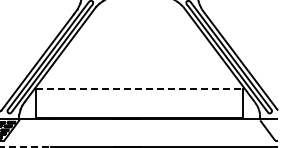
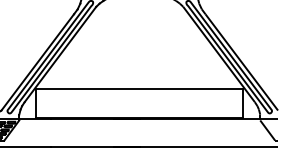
line at (140, 88): dashed -> solid
line at (26, 147): dashed -> solid
